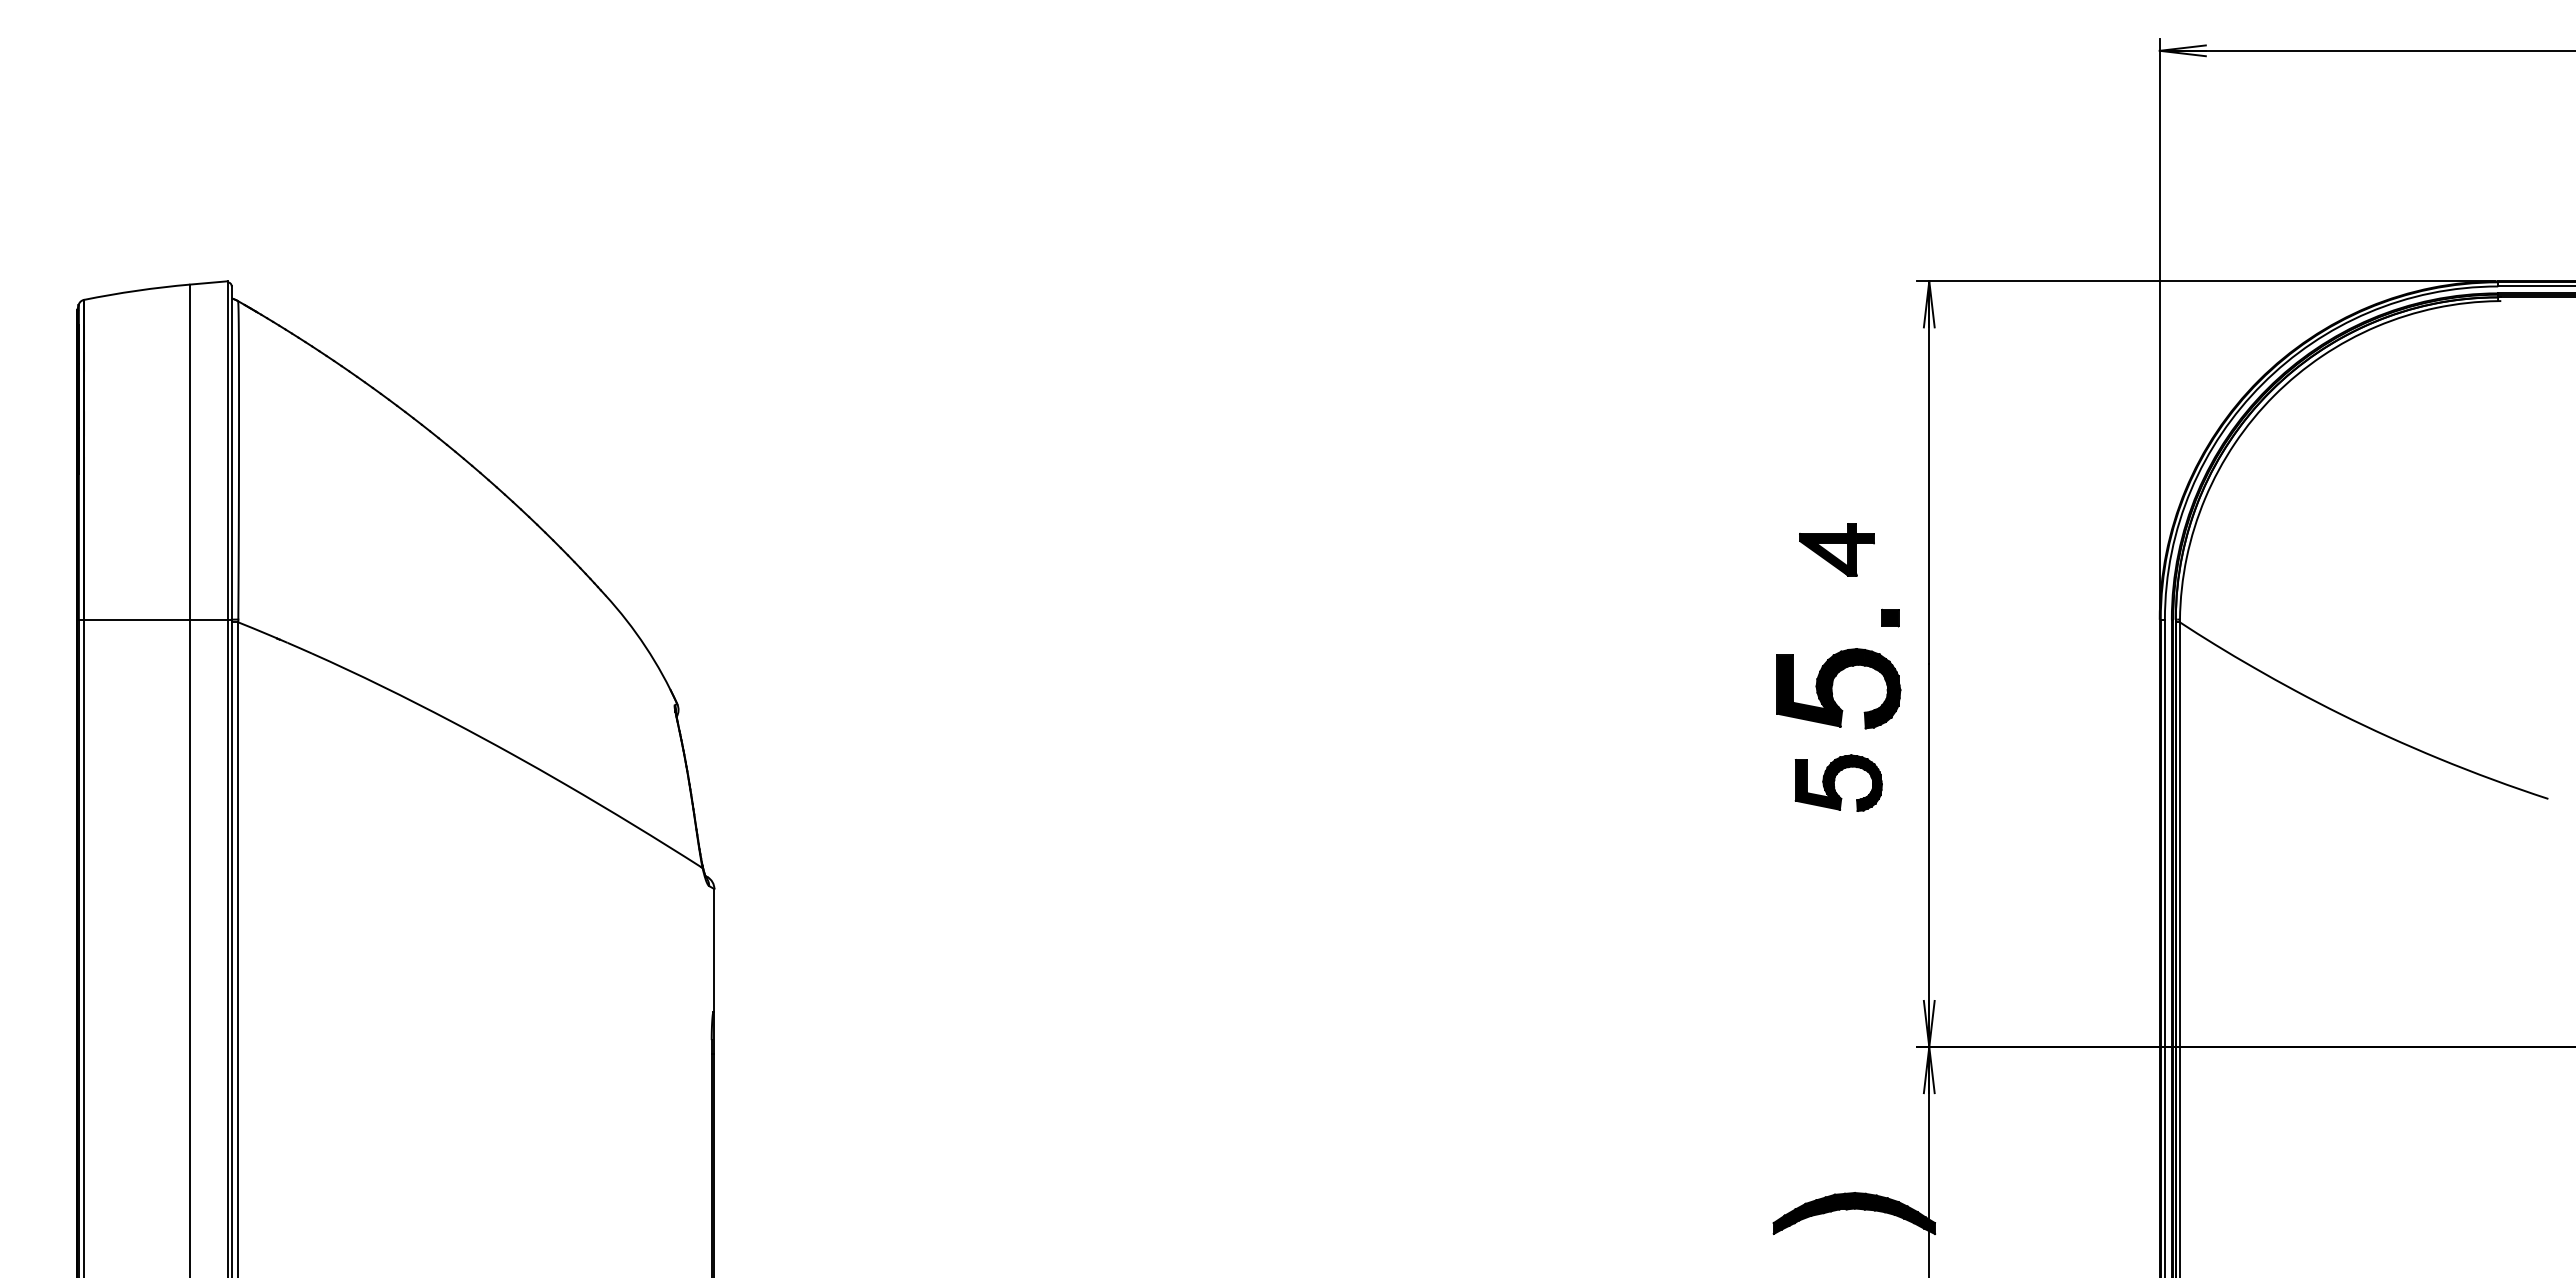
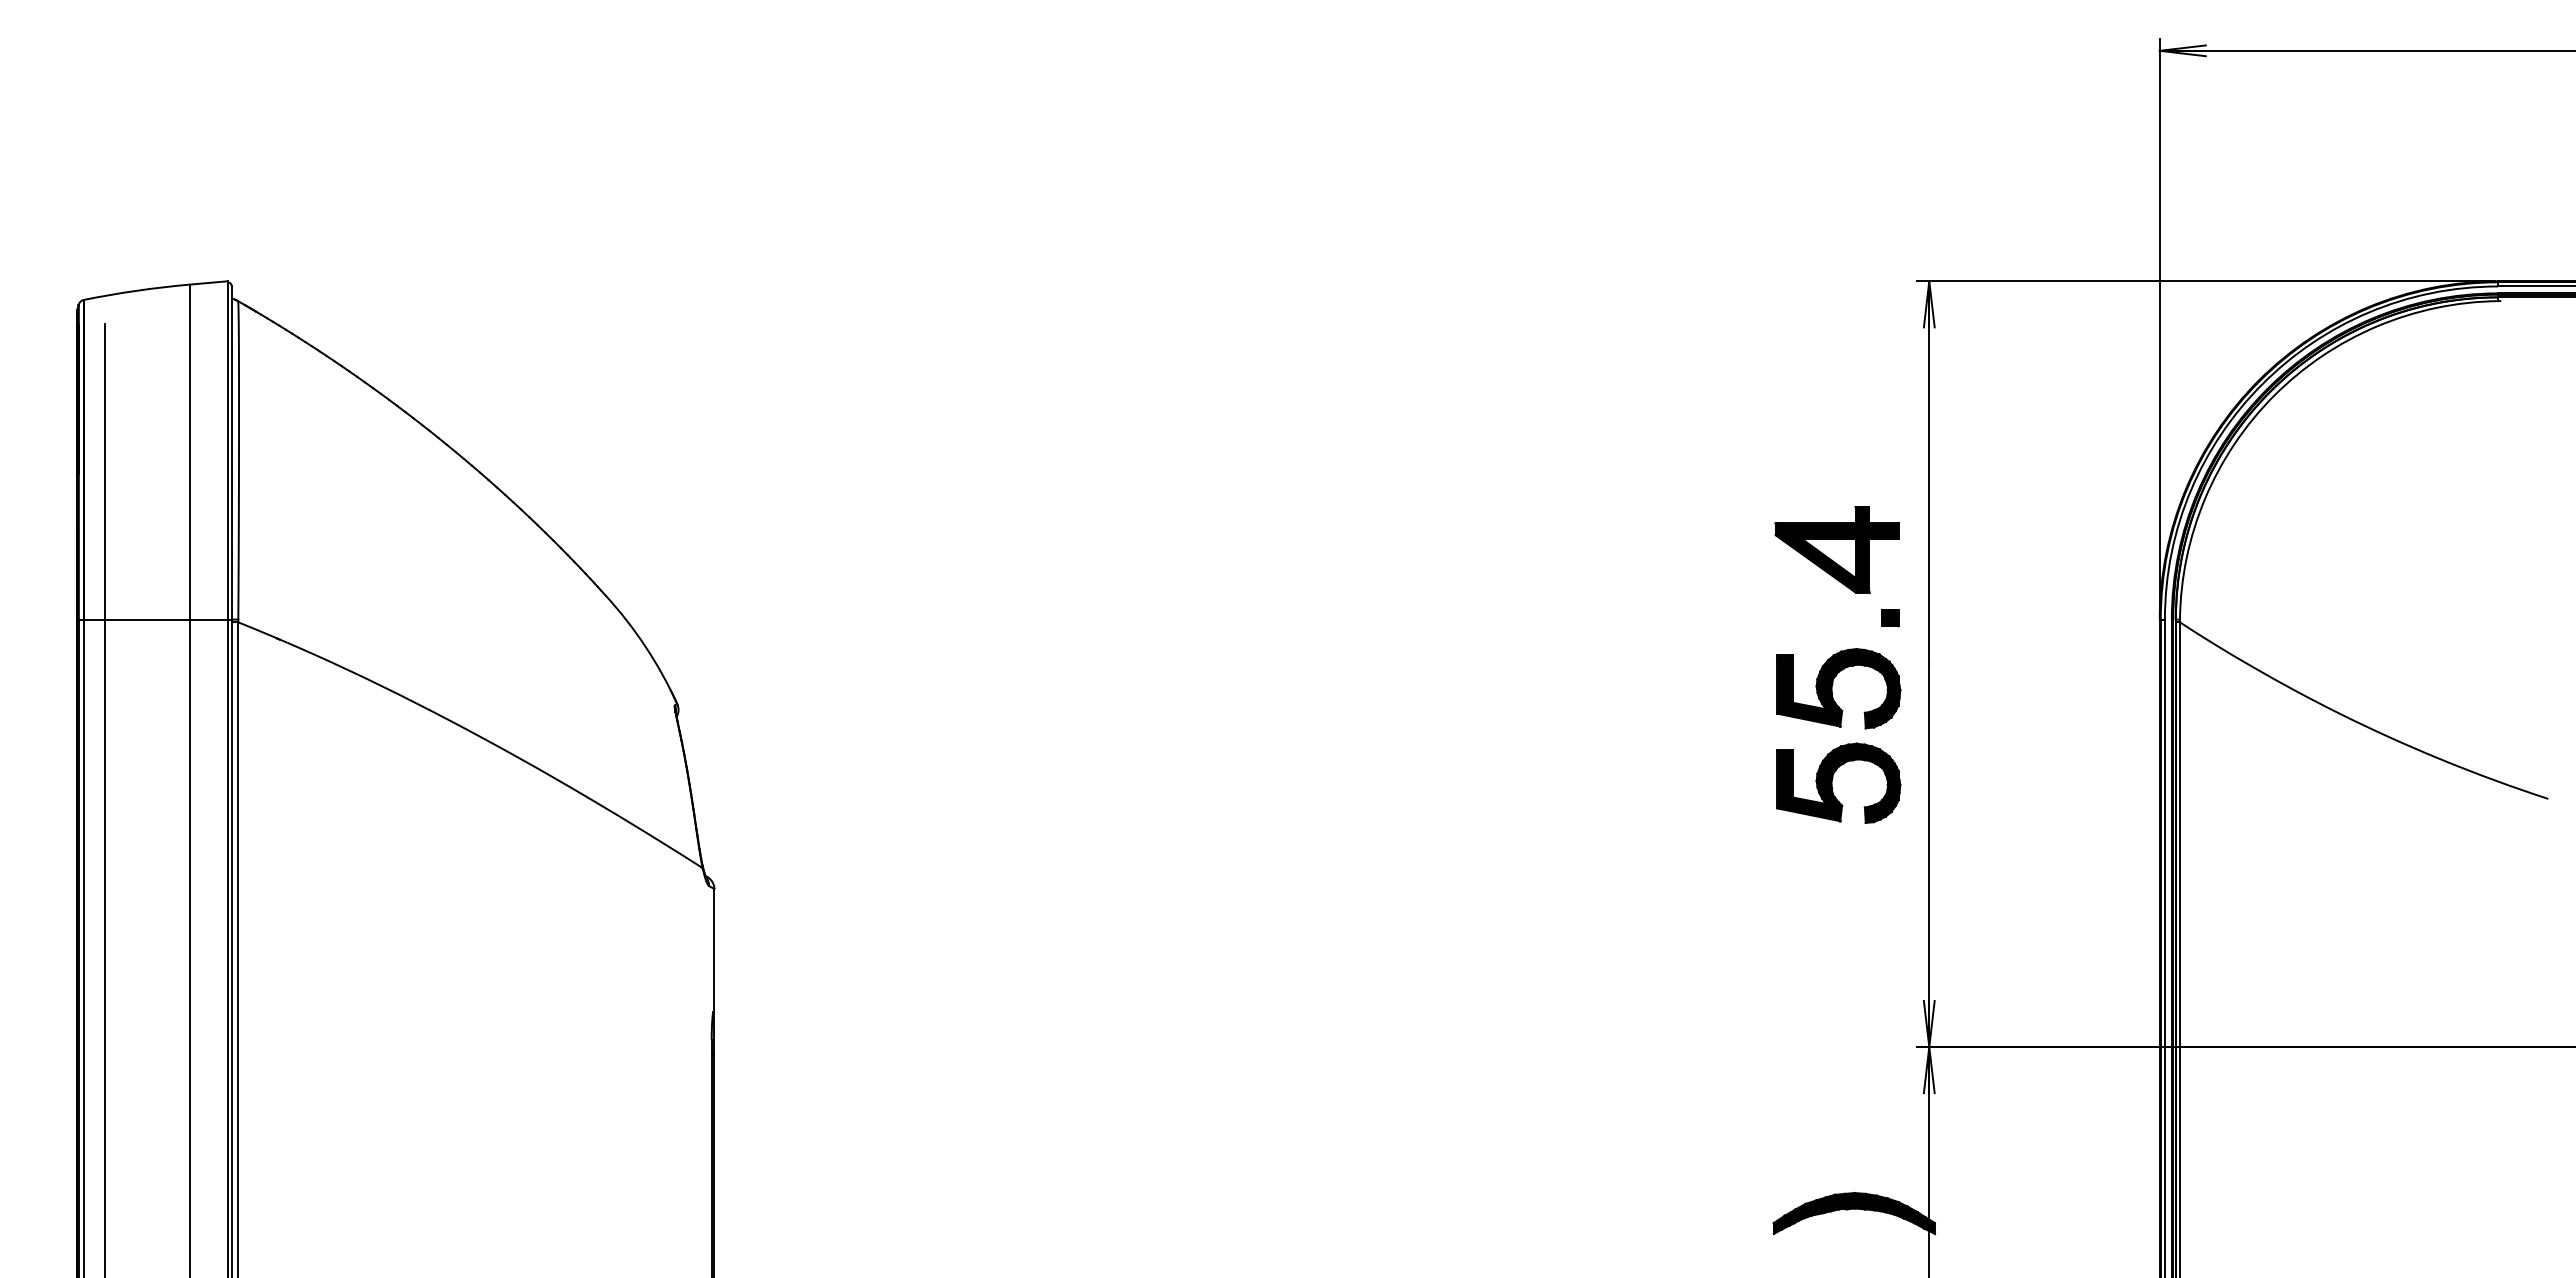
part at (1836, 549) size: 76x54 px -> 126x88 px
part at (1838, 782) size: 89x58 px -> 126x82 px
line at (104, 798): none -> present
